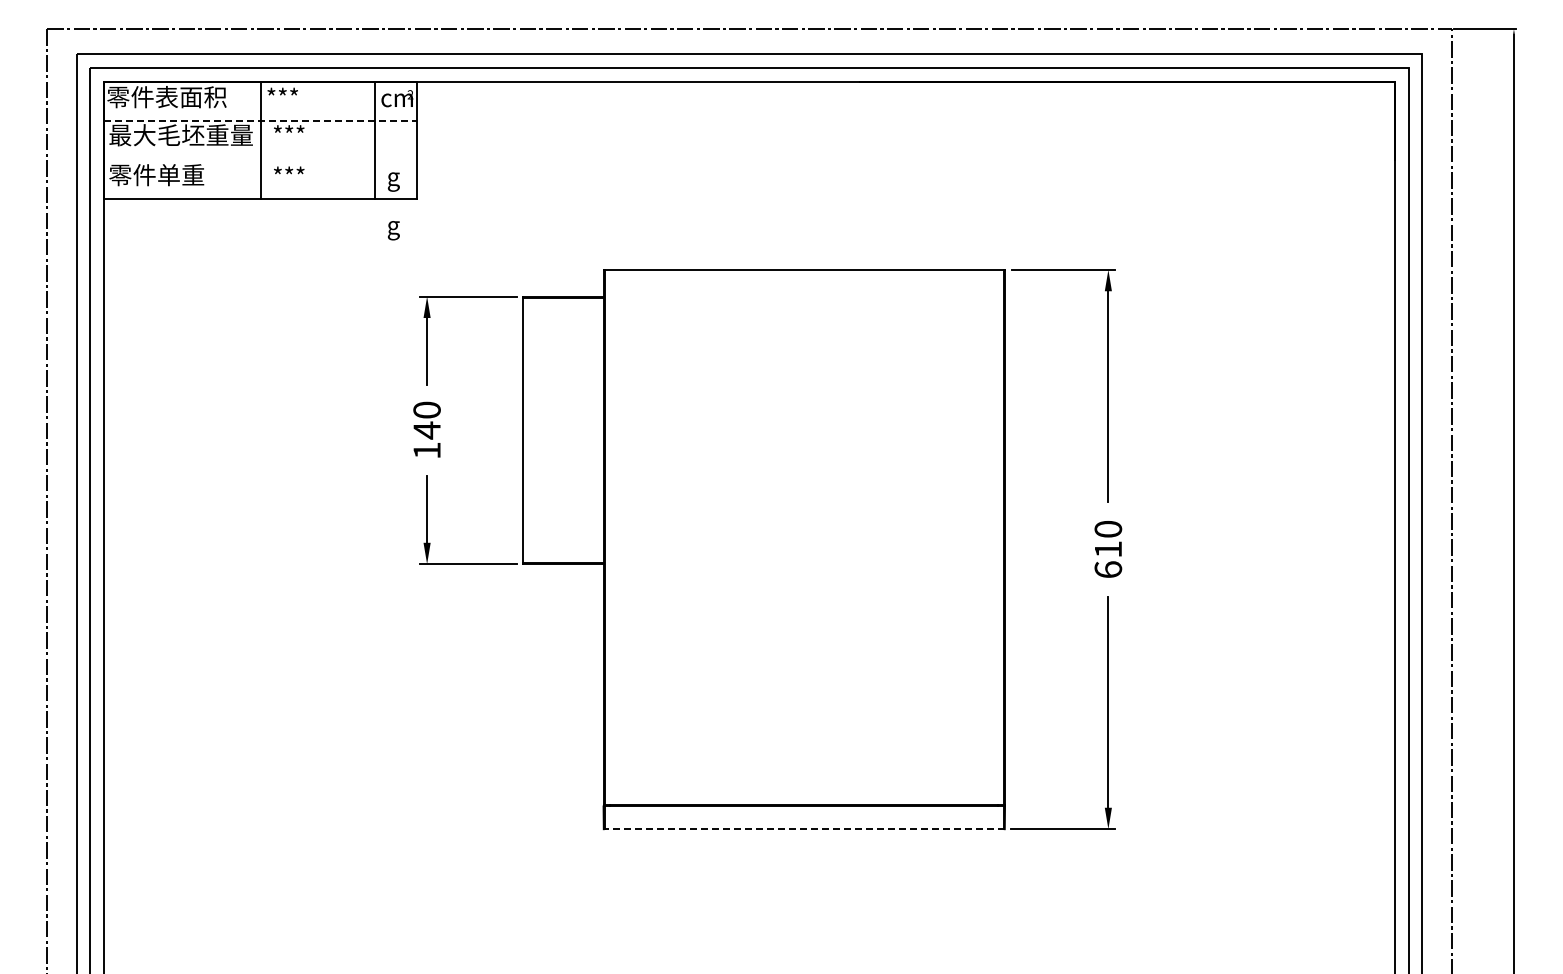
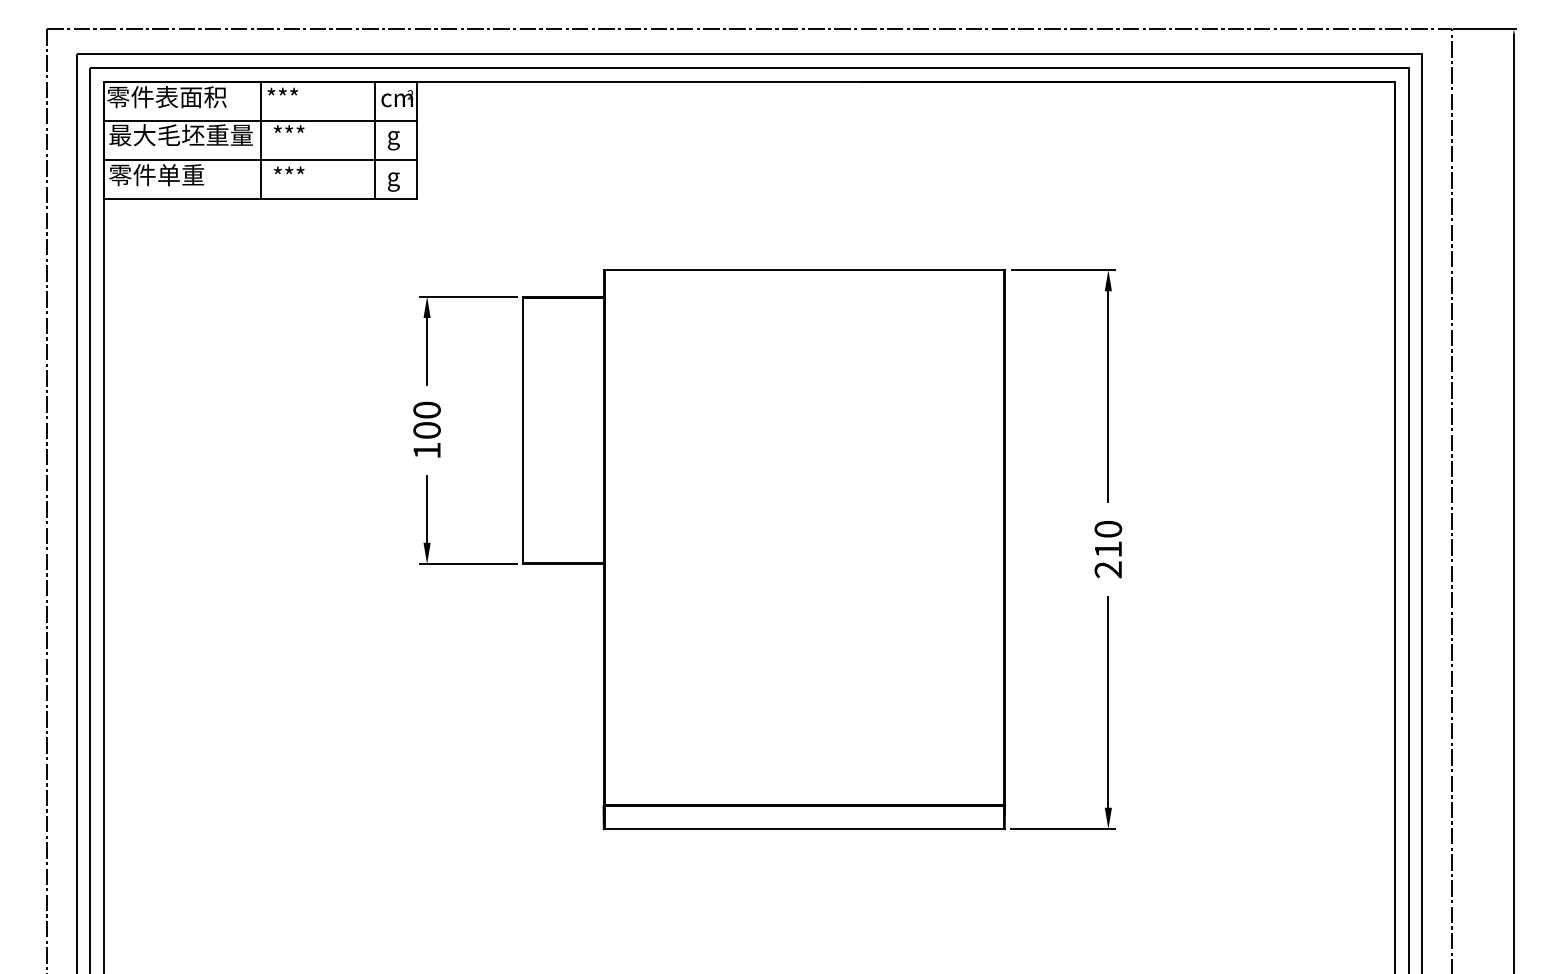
line at (260, 120): dashed -> solid
line at (260, 159): none -> present
text at (393, 230) position: (393, 230) -> (393, 140)
text at (426, 430): 140 -> 100
text at (1108, 569): 610 -> 210
line at (803, 829): dashed -> solid
